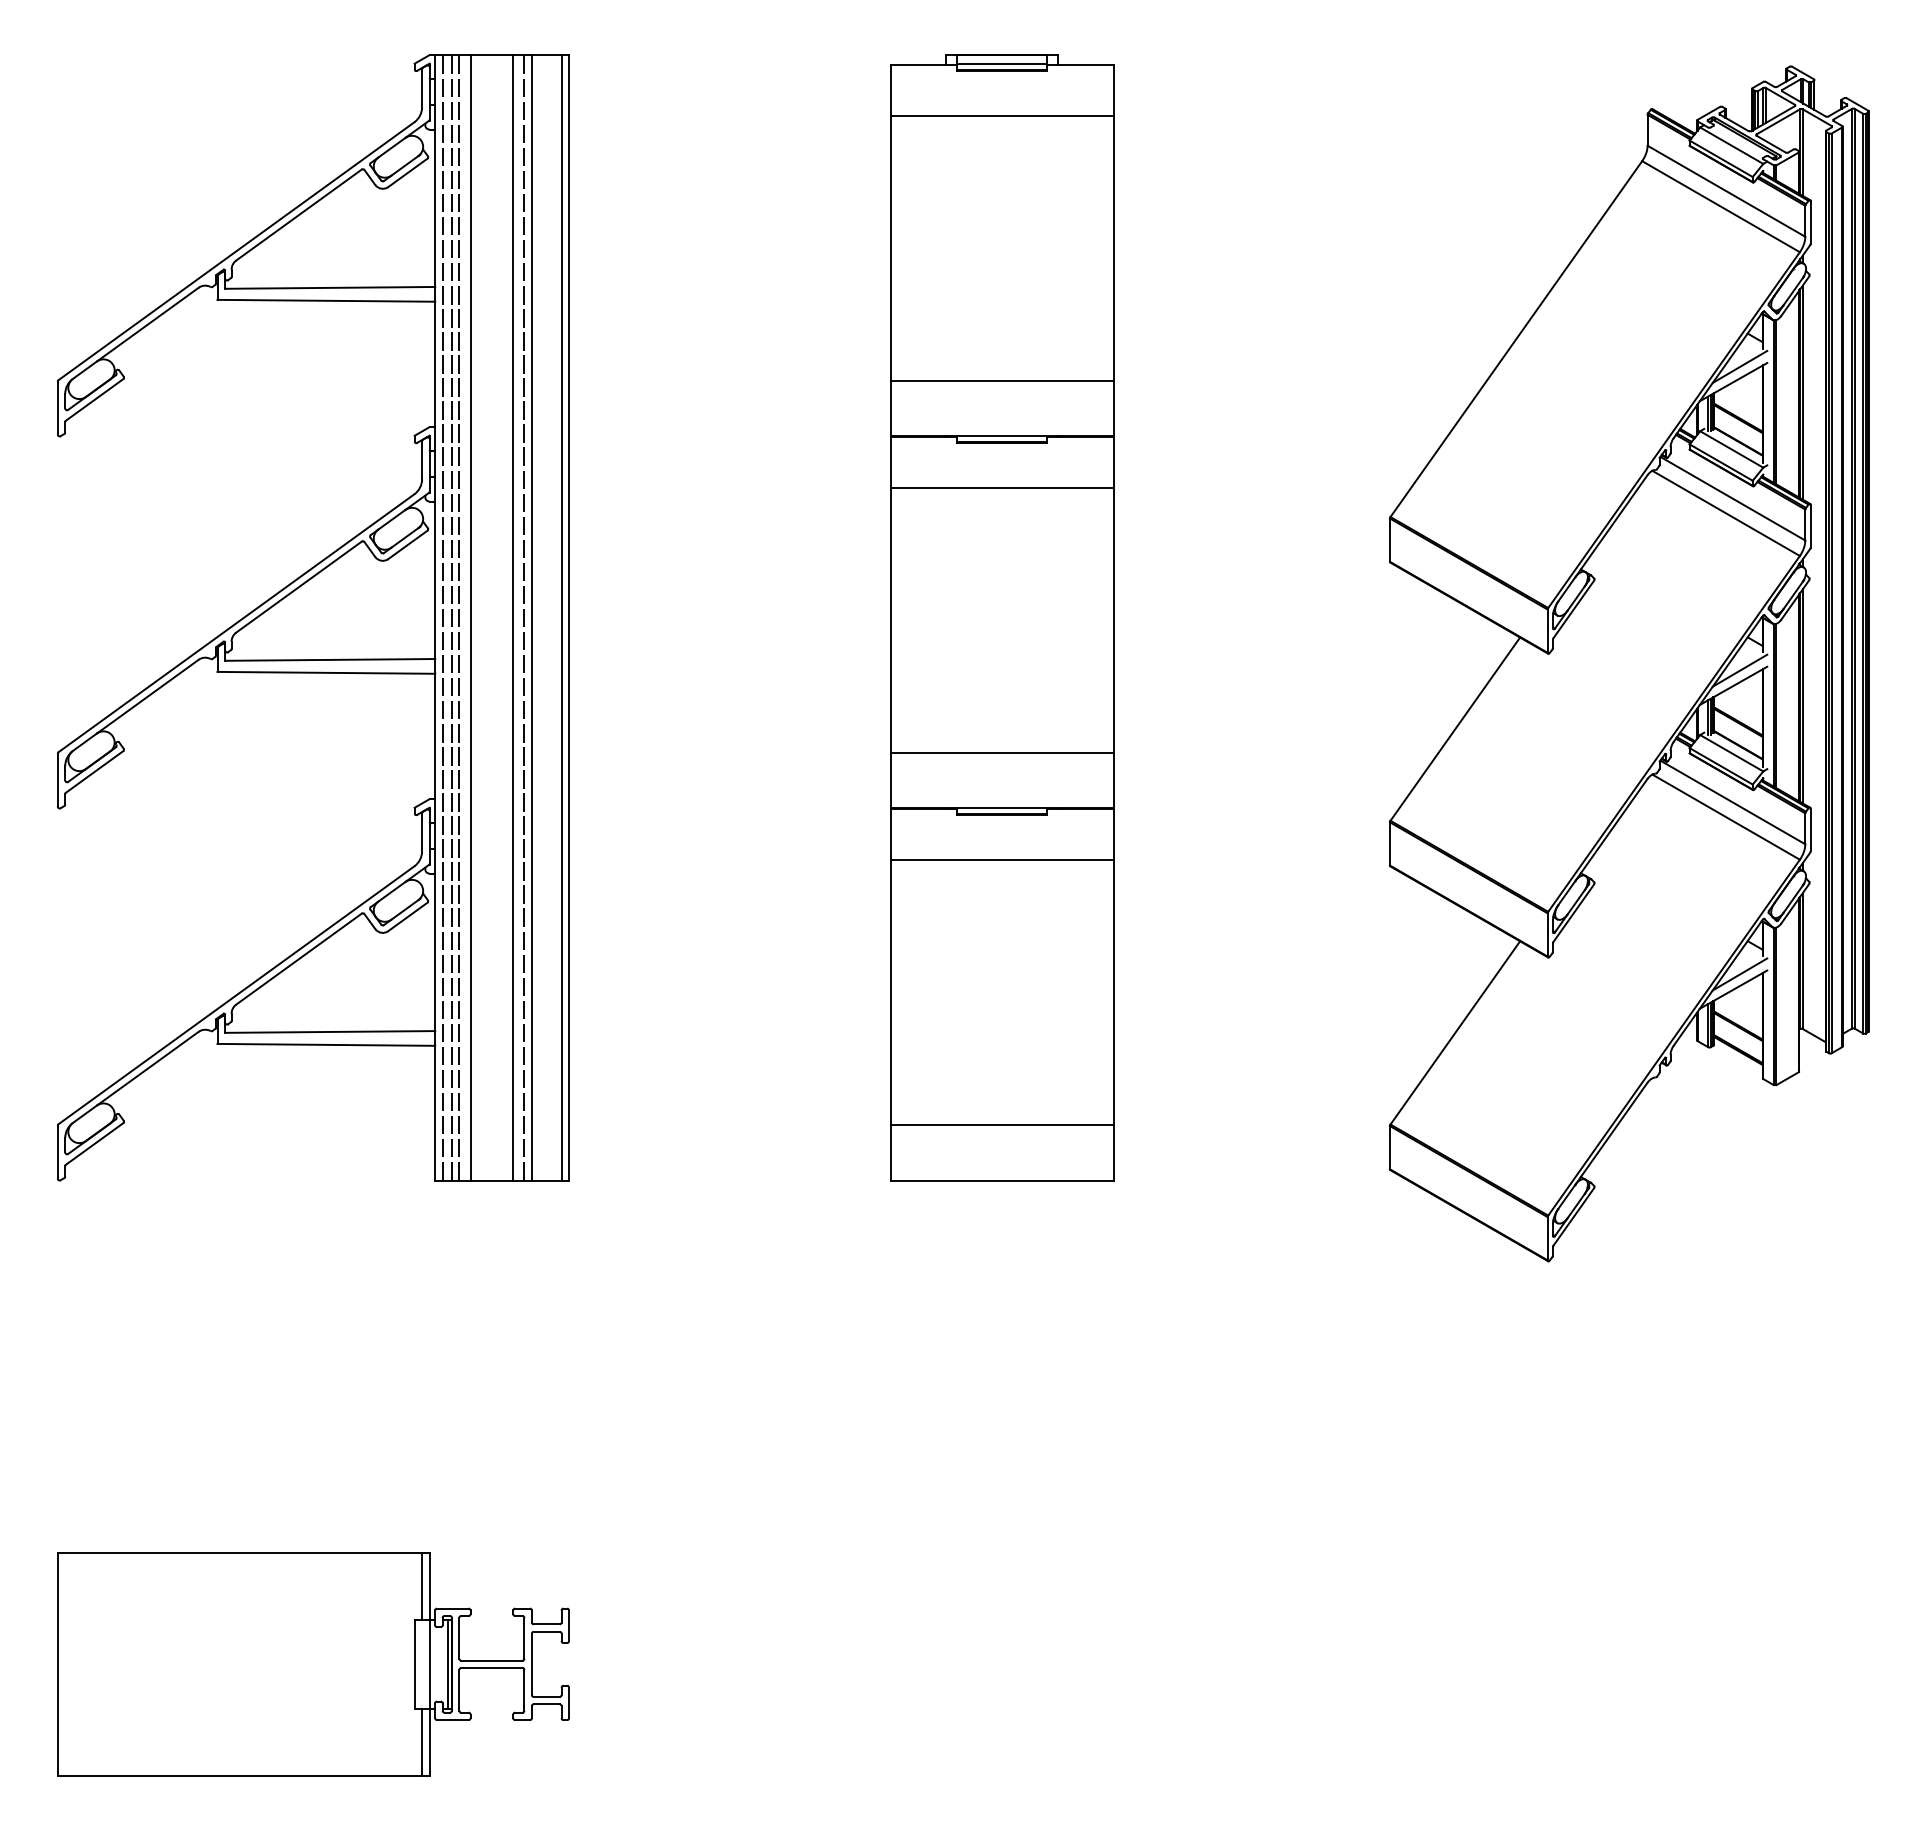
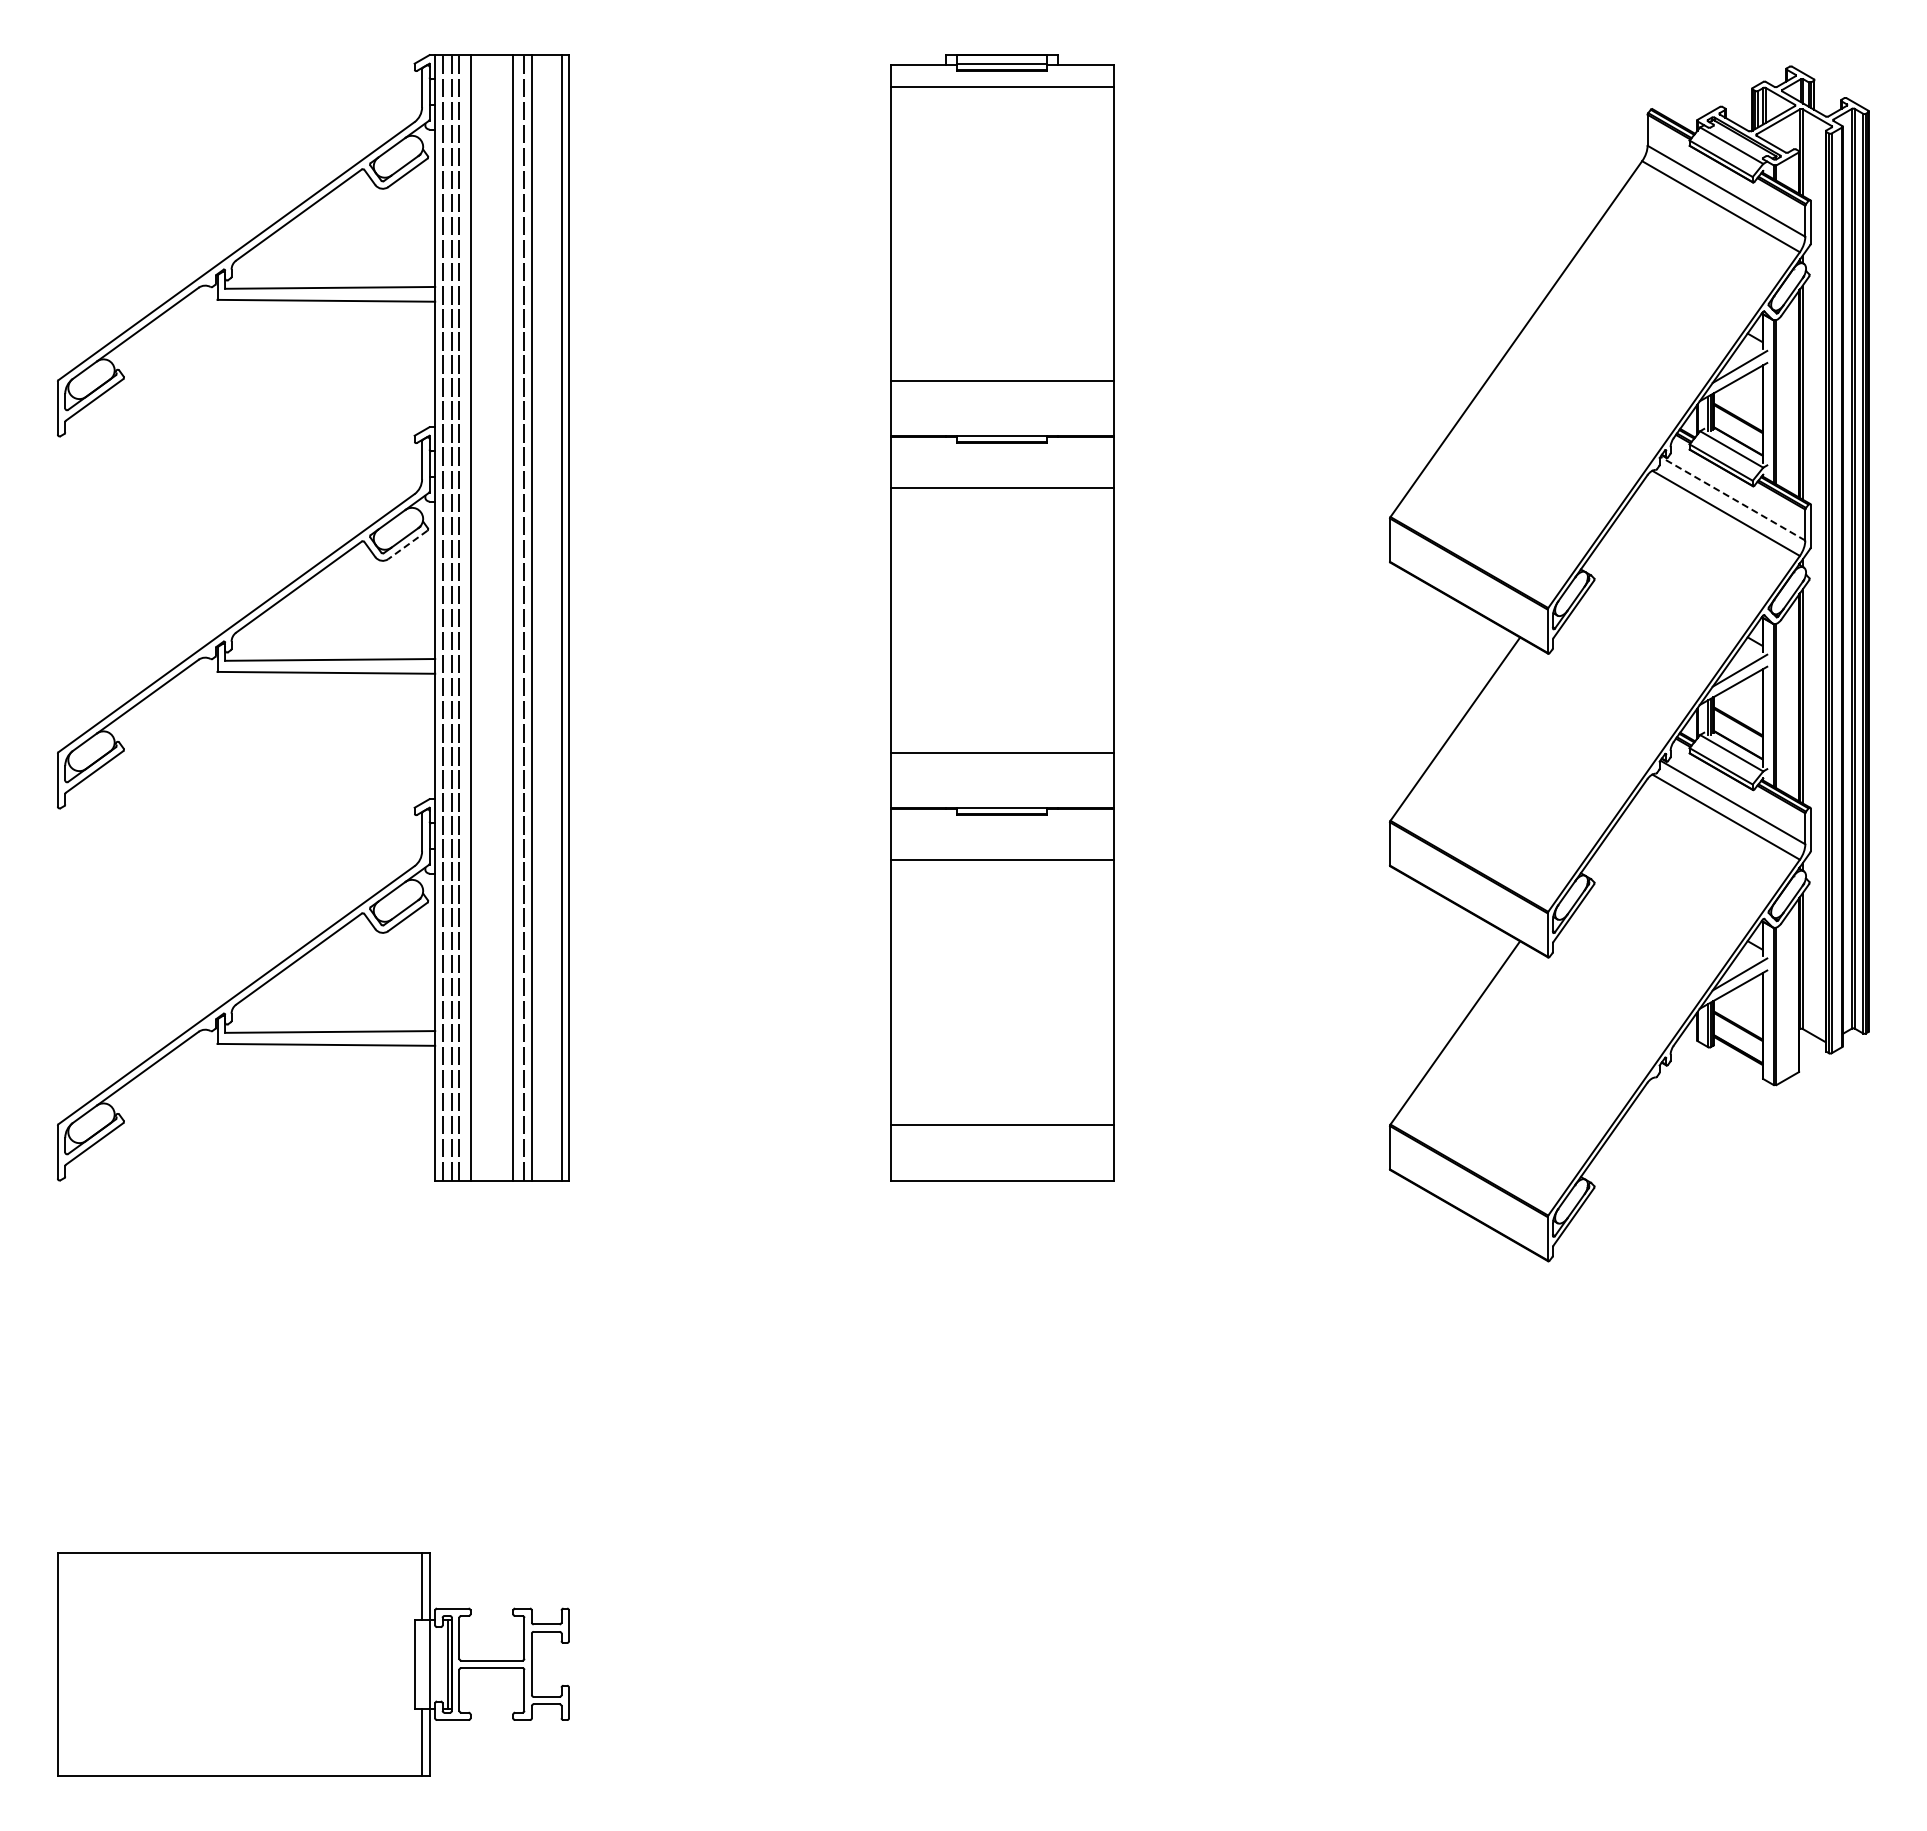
line at (1001, 115) position: (1001, 115) -> (1001, 86)
line at (1732, 498): solid -> dashed
line at (407, 545): solid -> dashed
